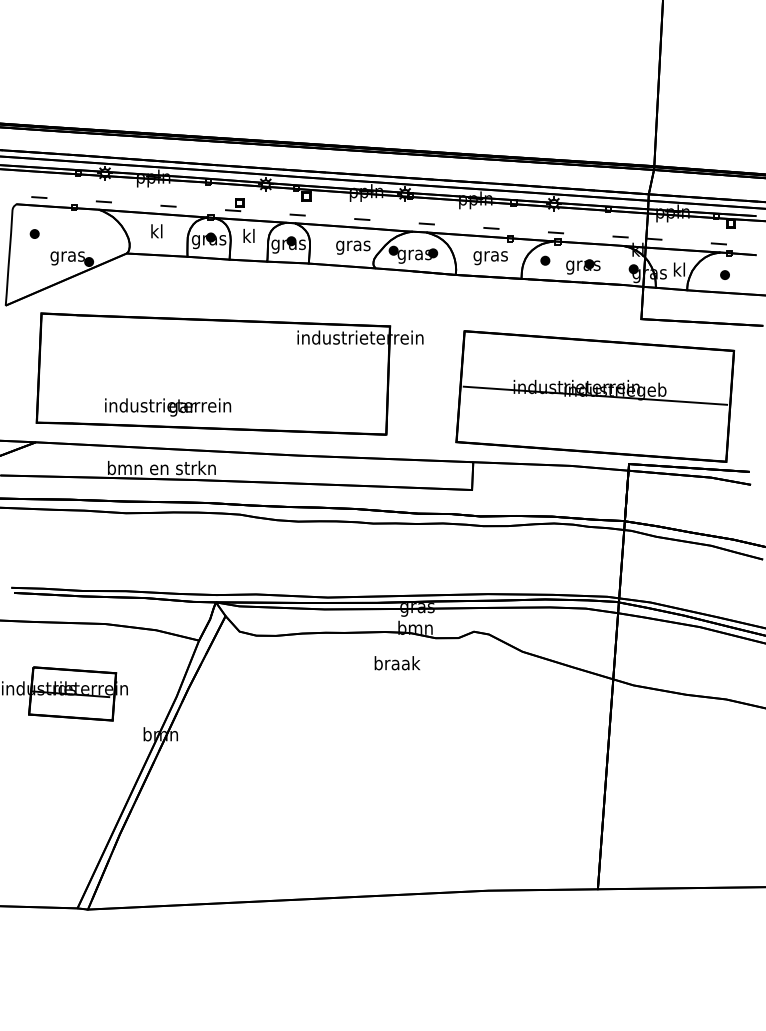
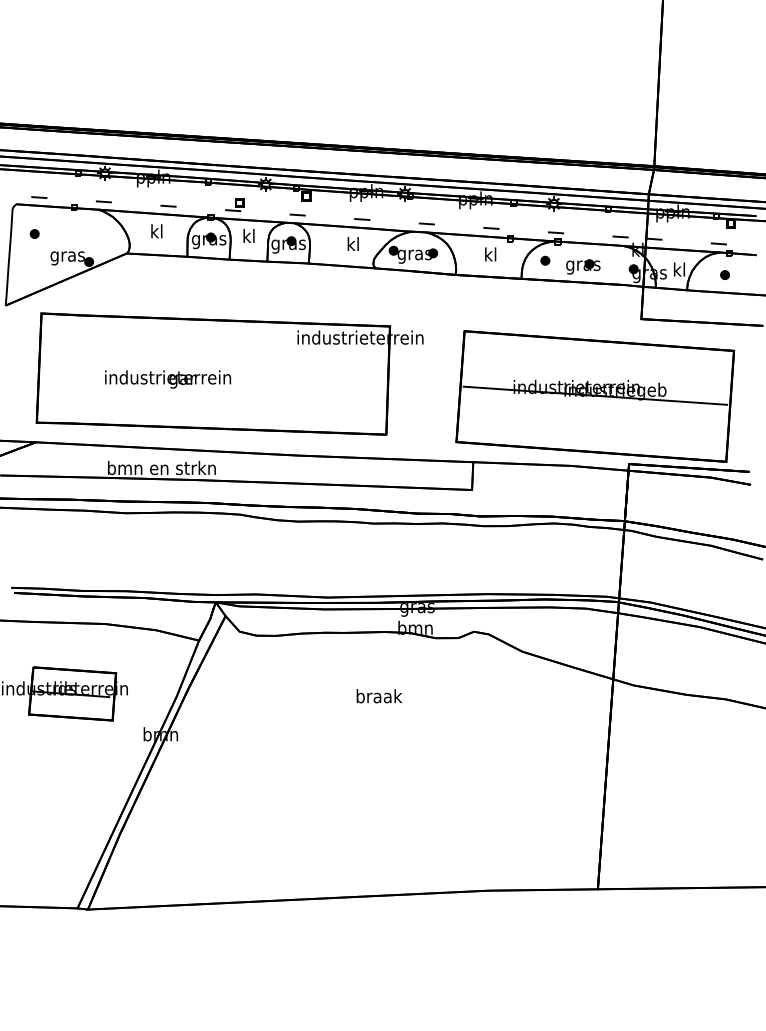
text at (353, 245): gras -> kl
text at (490, 256): gras -> kl
text at (168, 407) position: (168, 407) -> (168, 379)
text at (397, 663) position: (397, 663) -> (379, 696)
